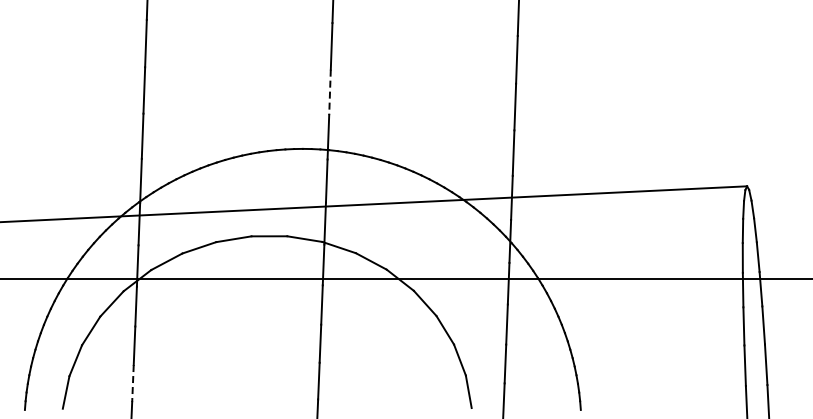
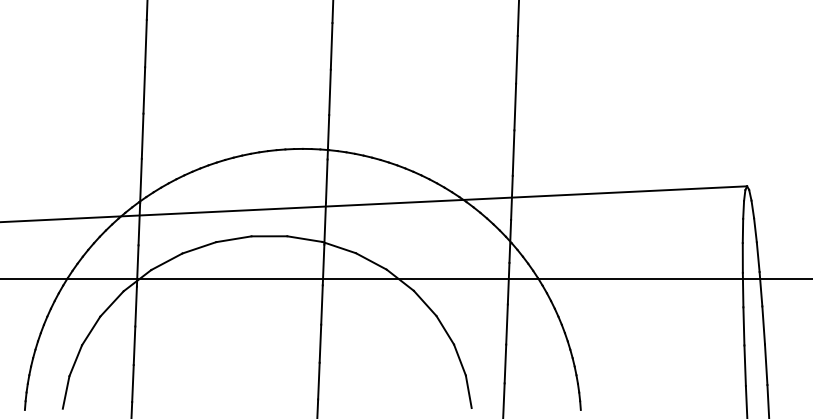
line at (330, 92): dashed -> solid
line at (132, 383): dashed -> solid
